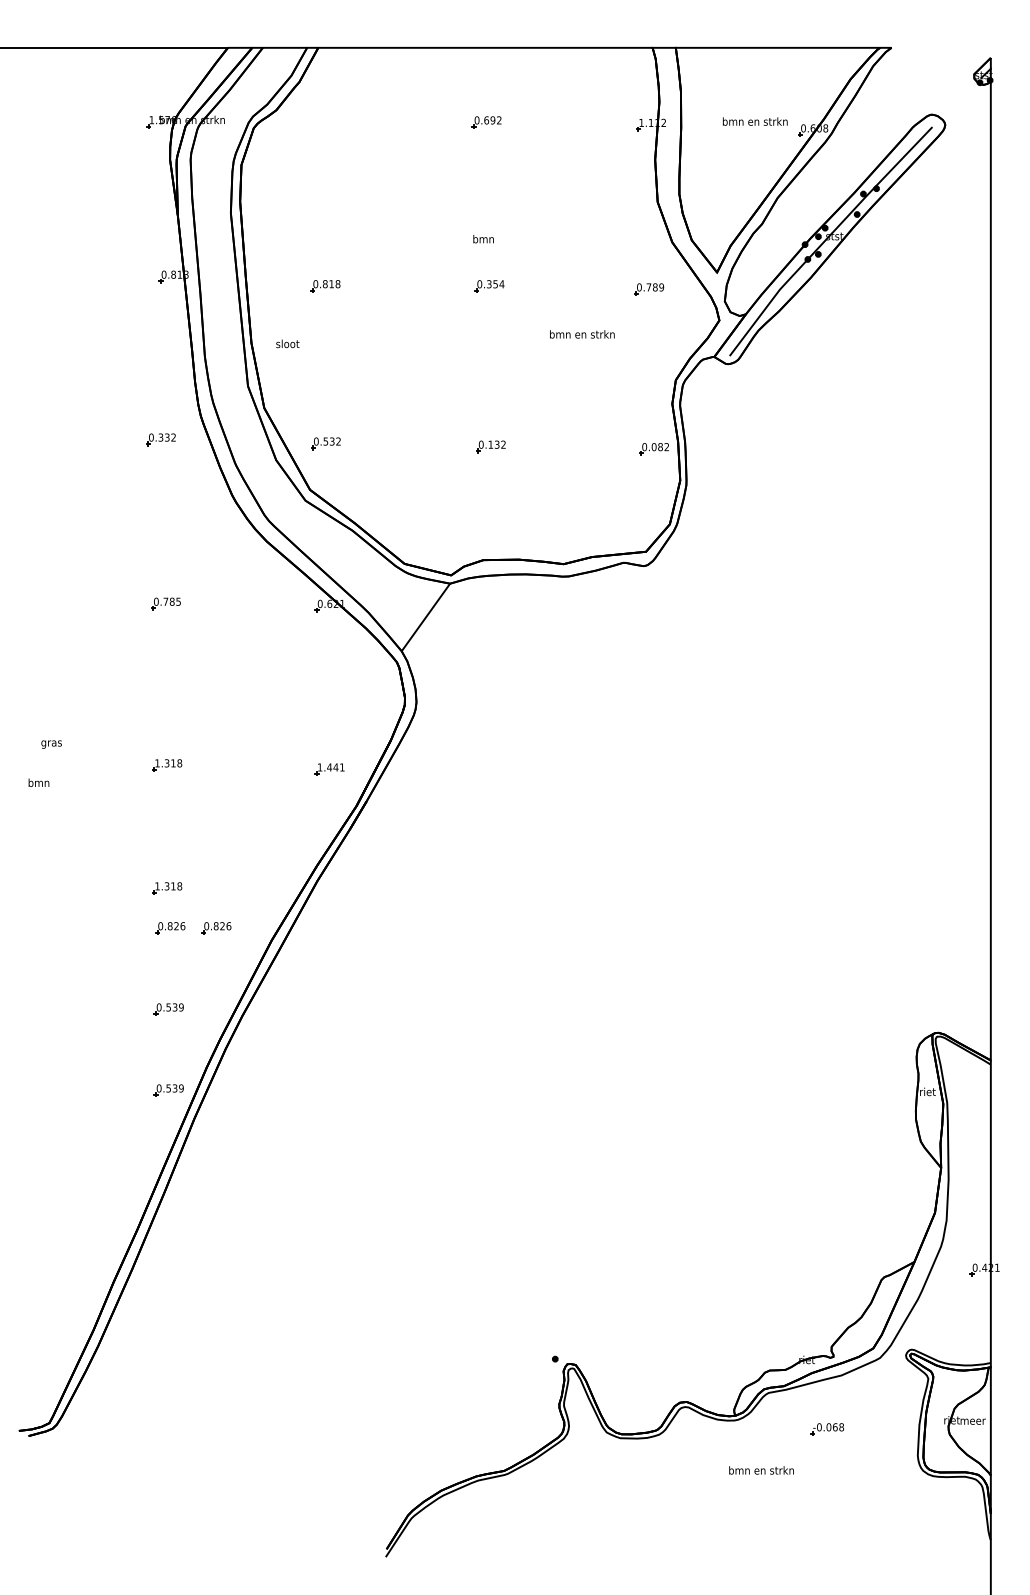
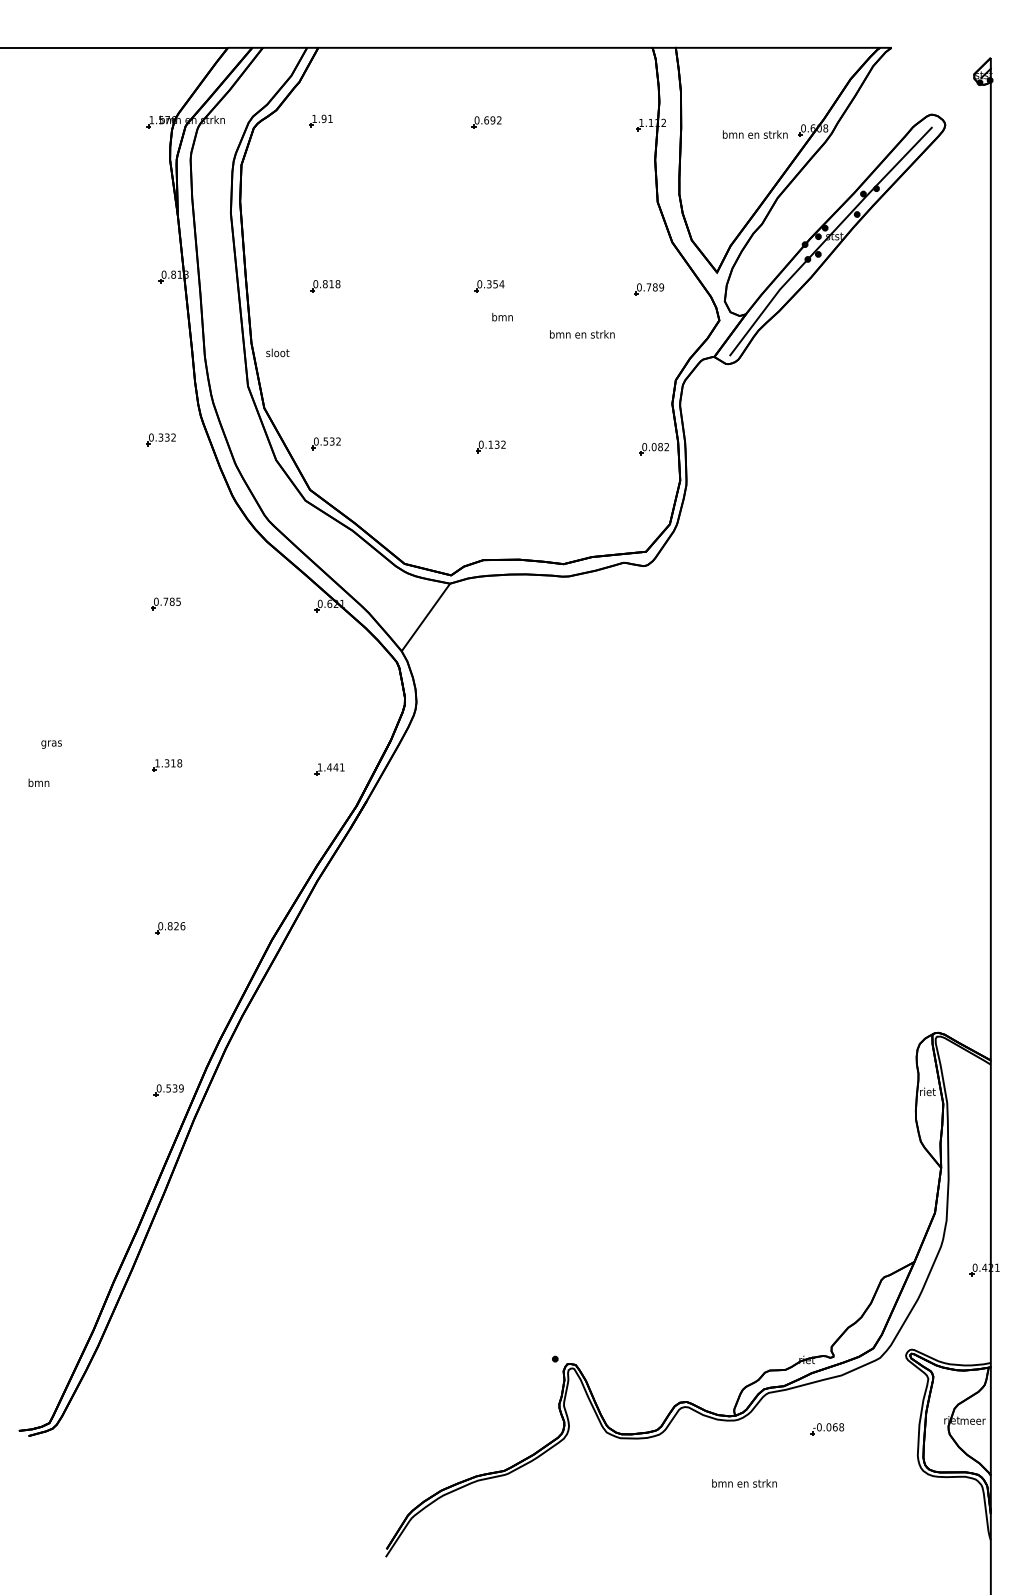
part at (320, 120): none -> present
text at (755, 121) position: (755, 121) -> (755, 134)
text at (483, 239) position: (483, 239) -> (502, 317)
text at (287, 343) position: (287, 343) -> (277, 352)
part at (167, 888): present -> none
part at (216, 928): present -> none
part at (168, 1009): present -> none
text at (761, 1470) position: (761, 1470) -> (744, 1483)
